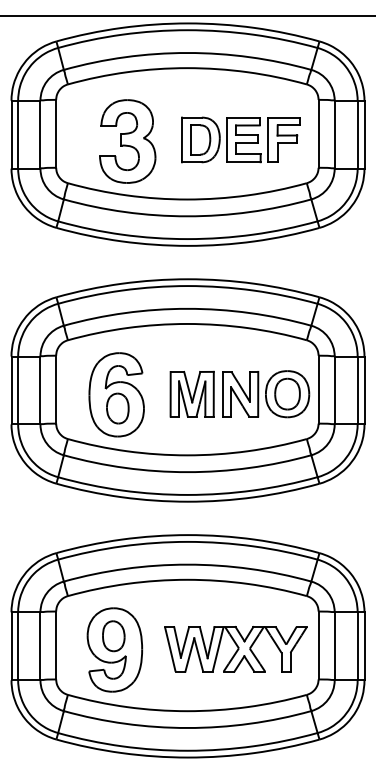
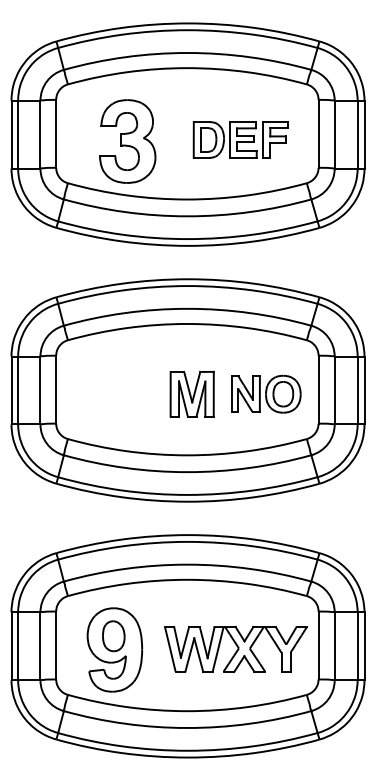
line at (187, 16): present -> none
part at (240, 139) size: 120x48 px -> 97x38 px
part at (116, 394): present -> none
part at (266, 394) size: 89x49 px -> 71x40 px
